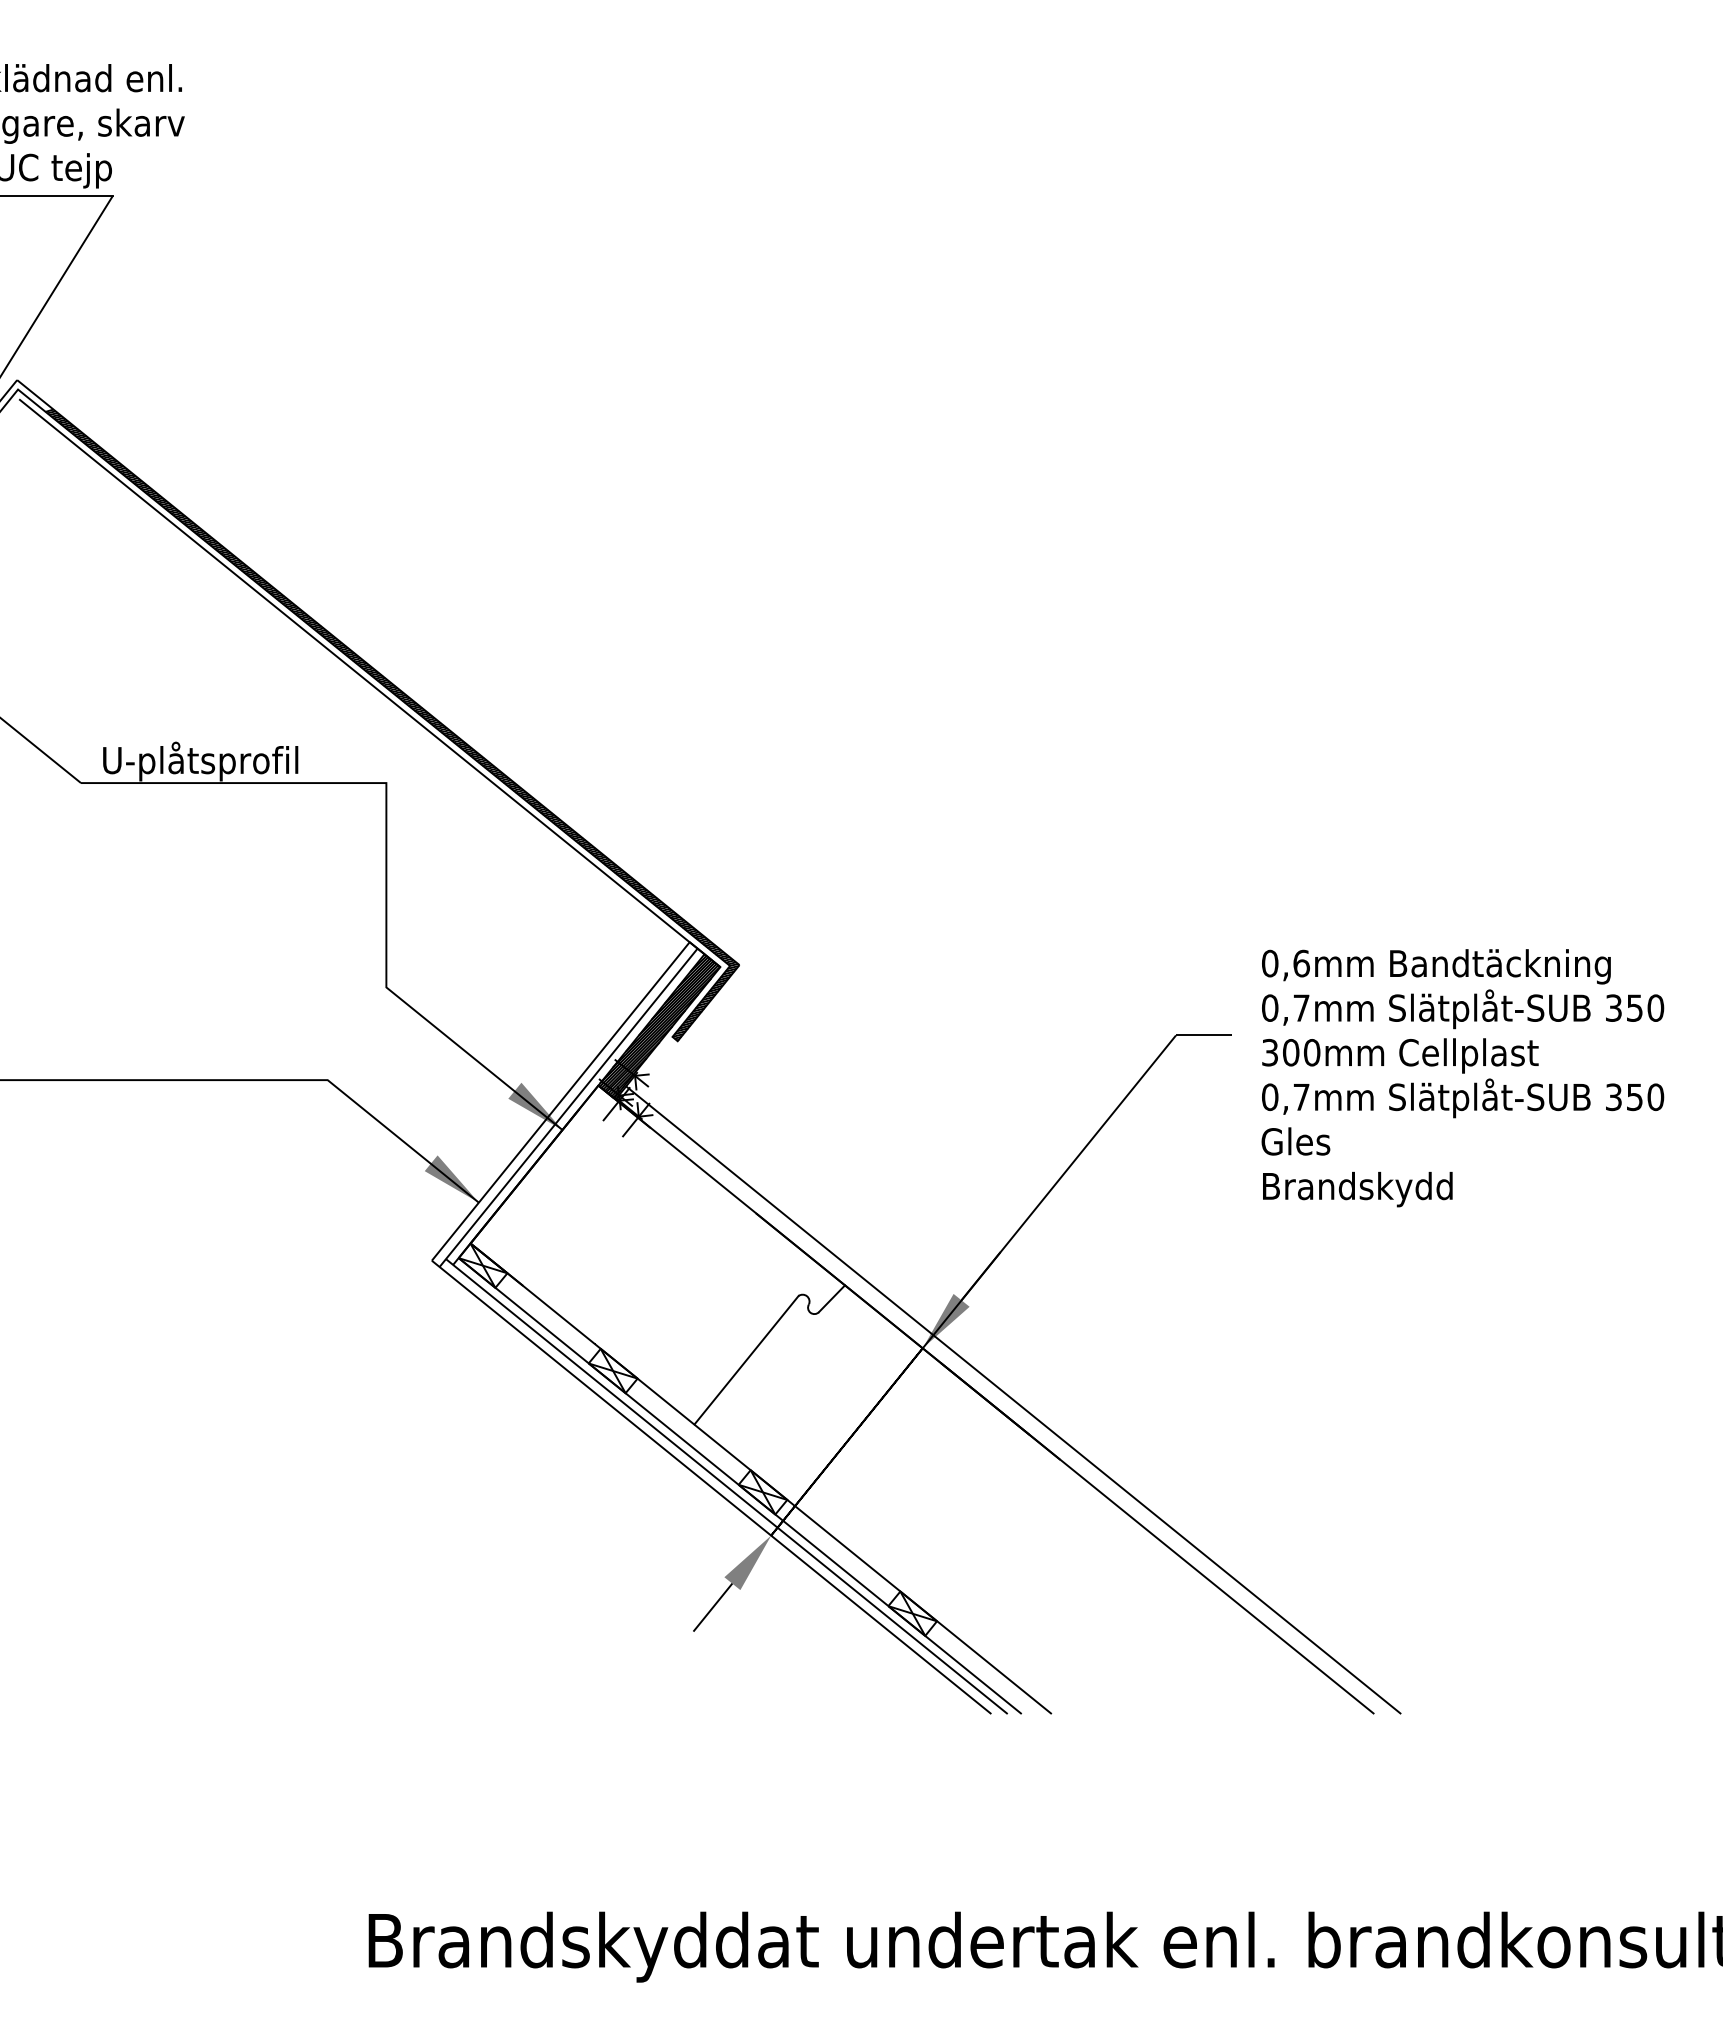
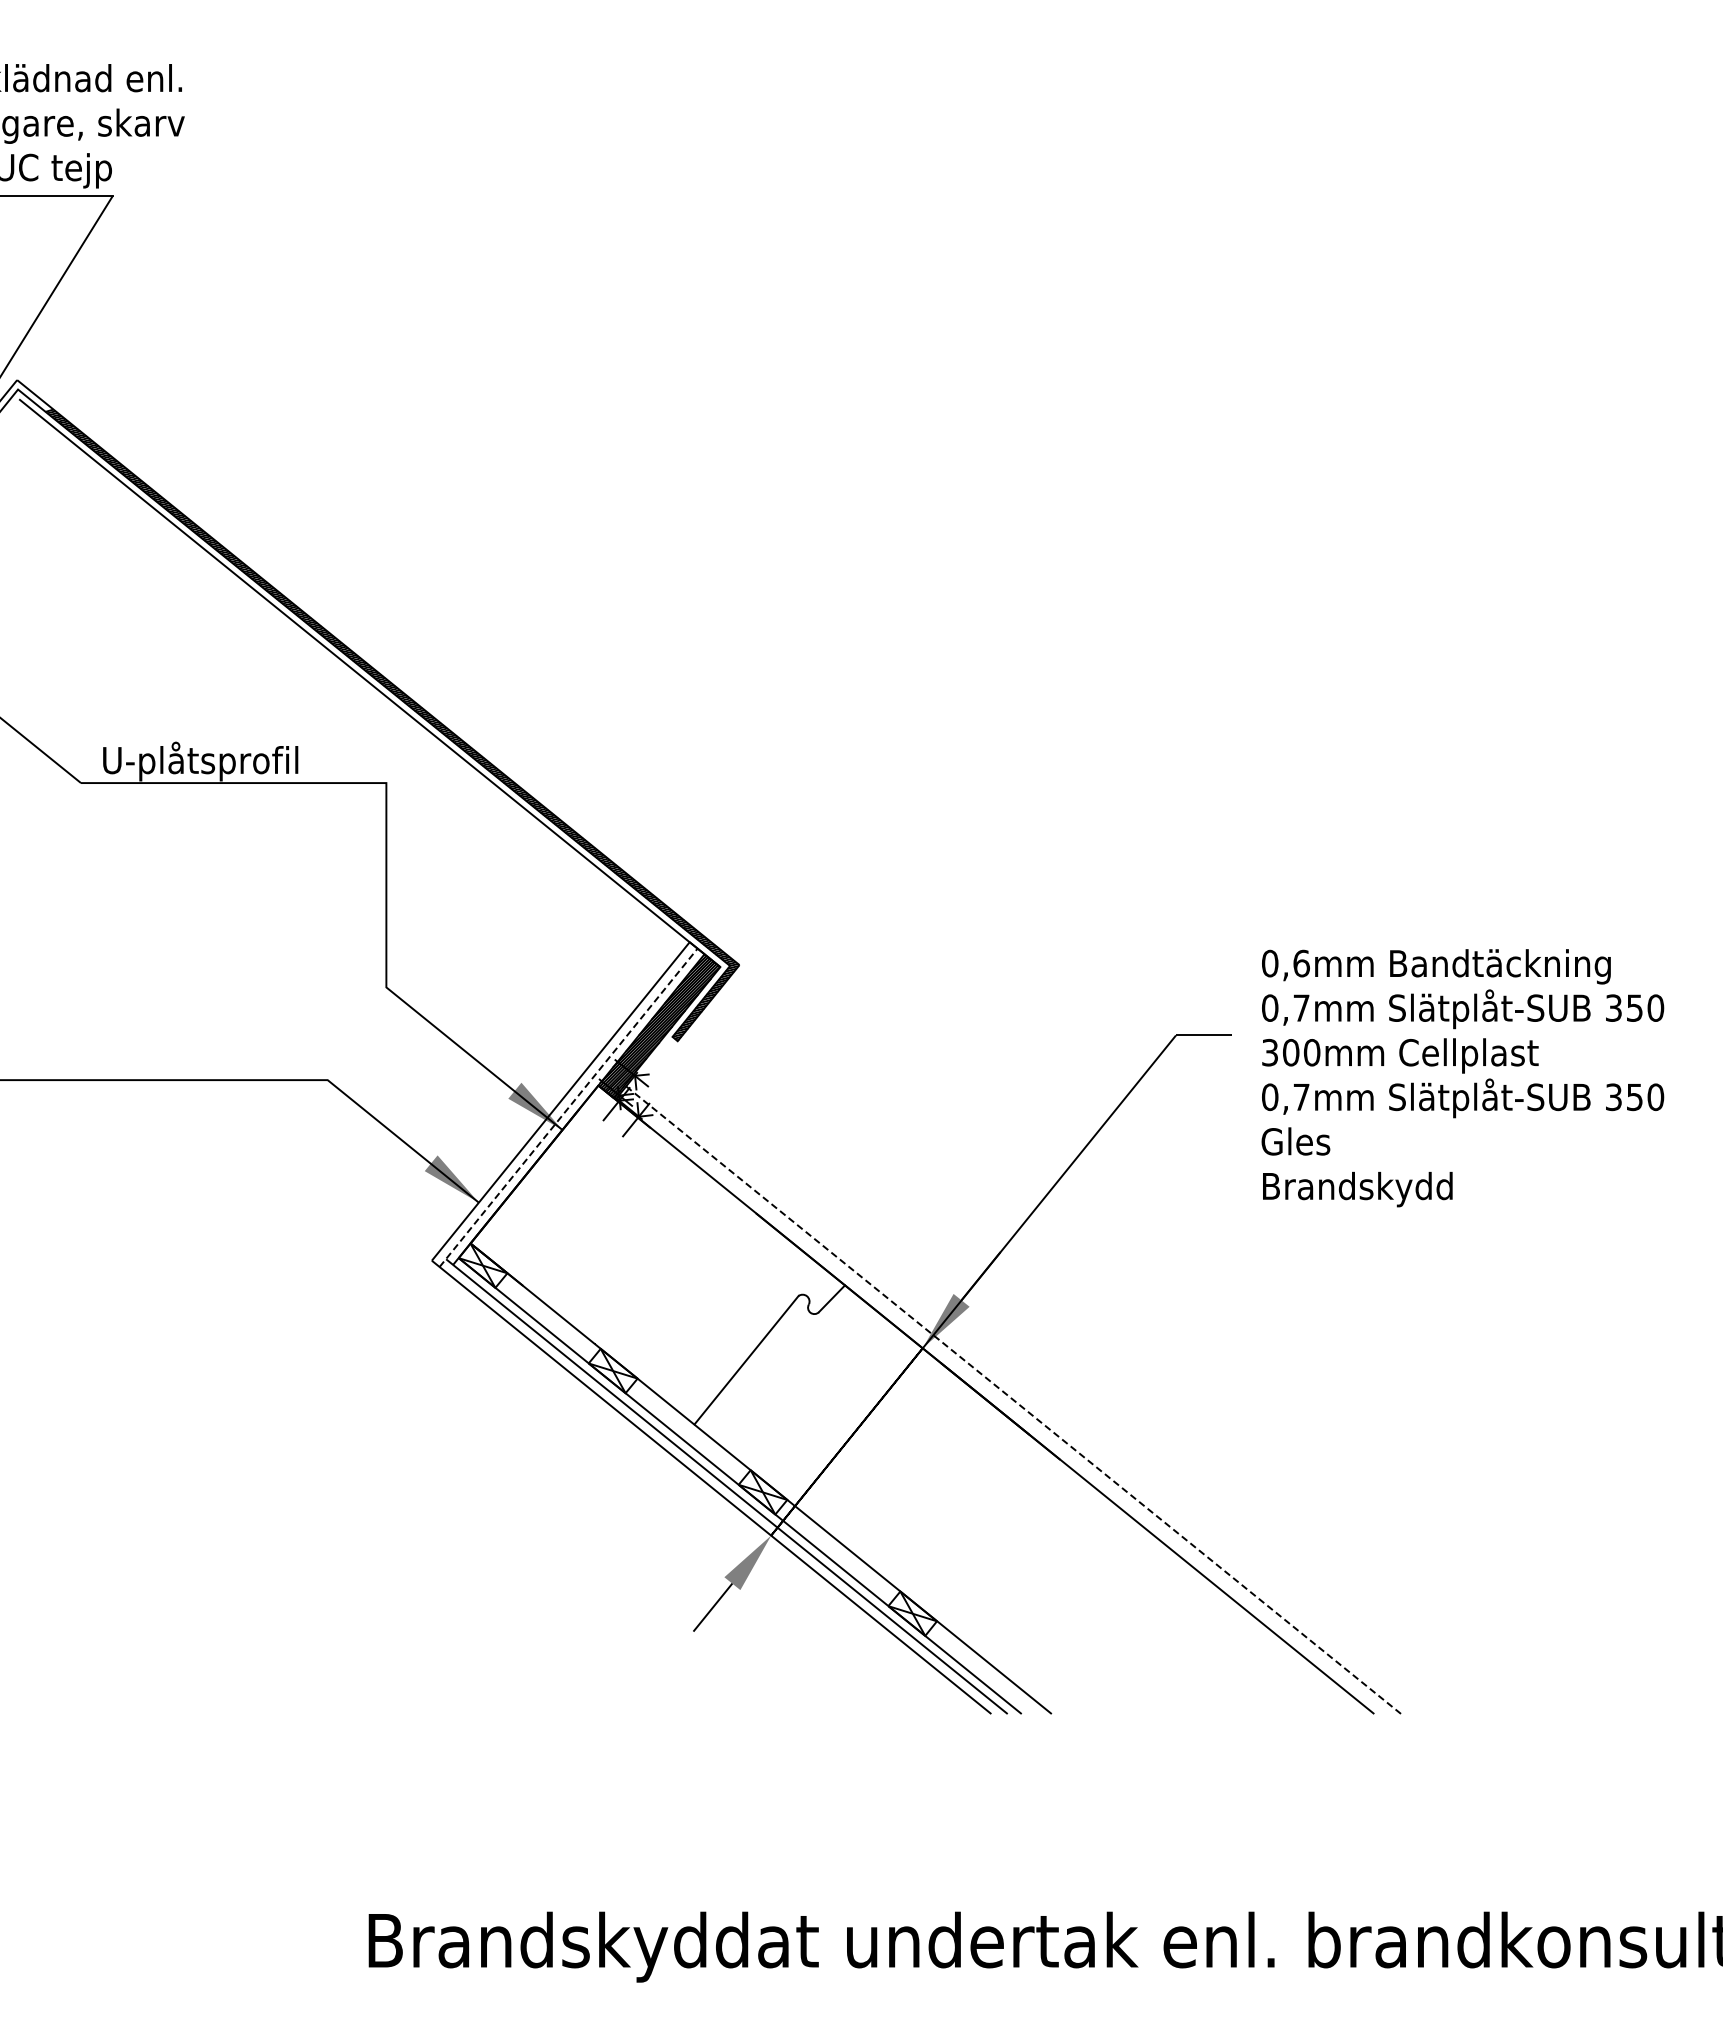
line at (568, 1107): solid -> dashed
line at (1013, 1400): solid -> dashed
